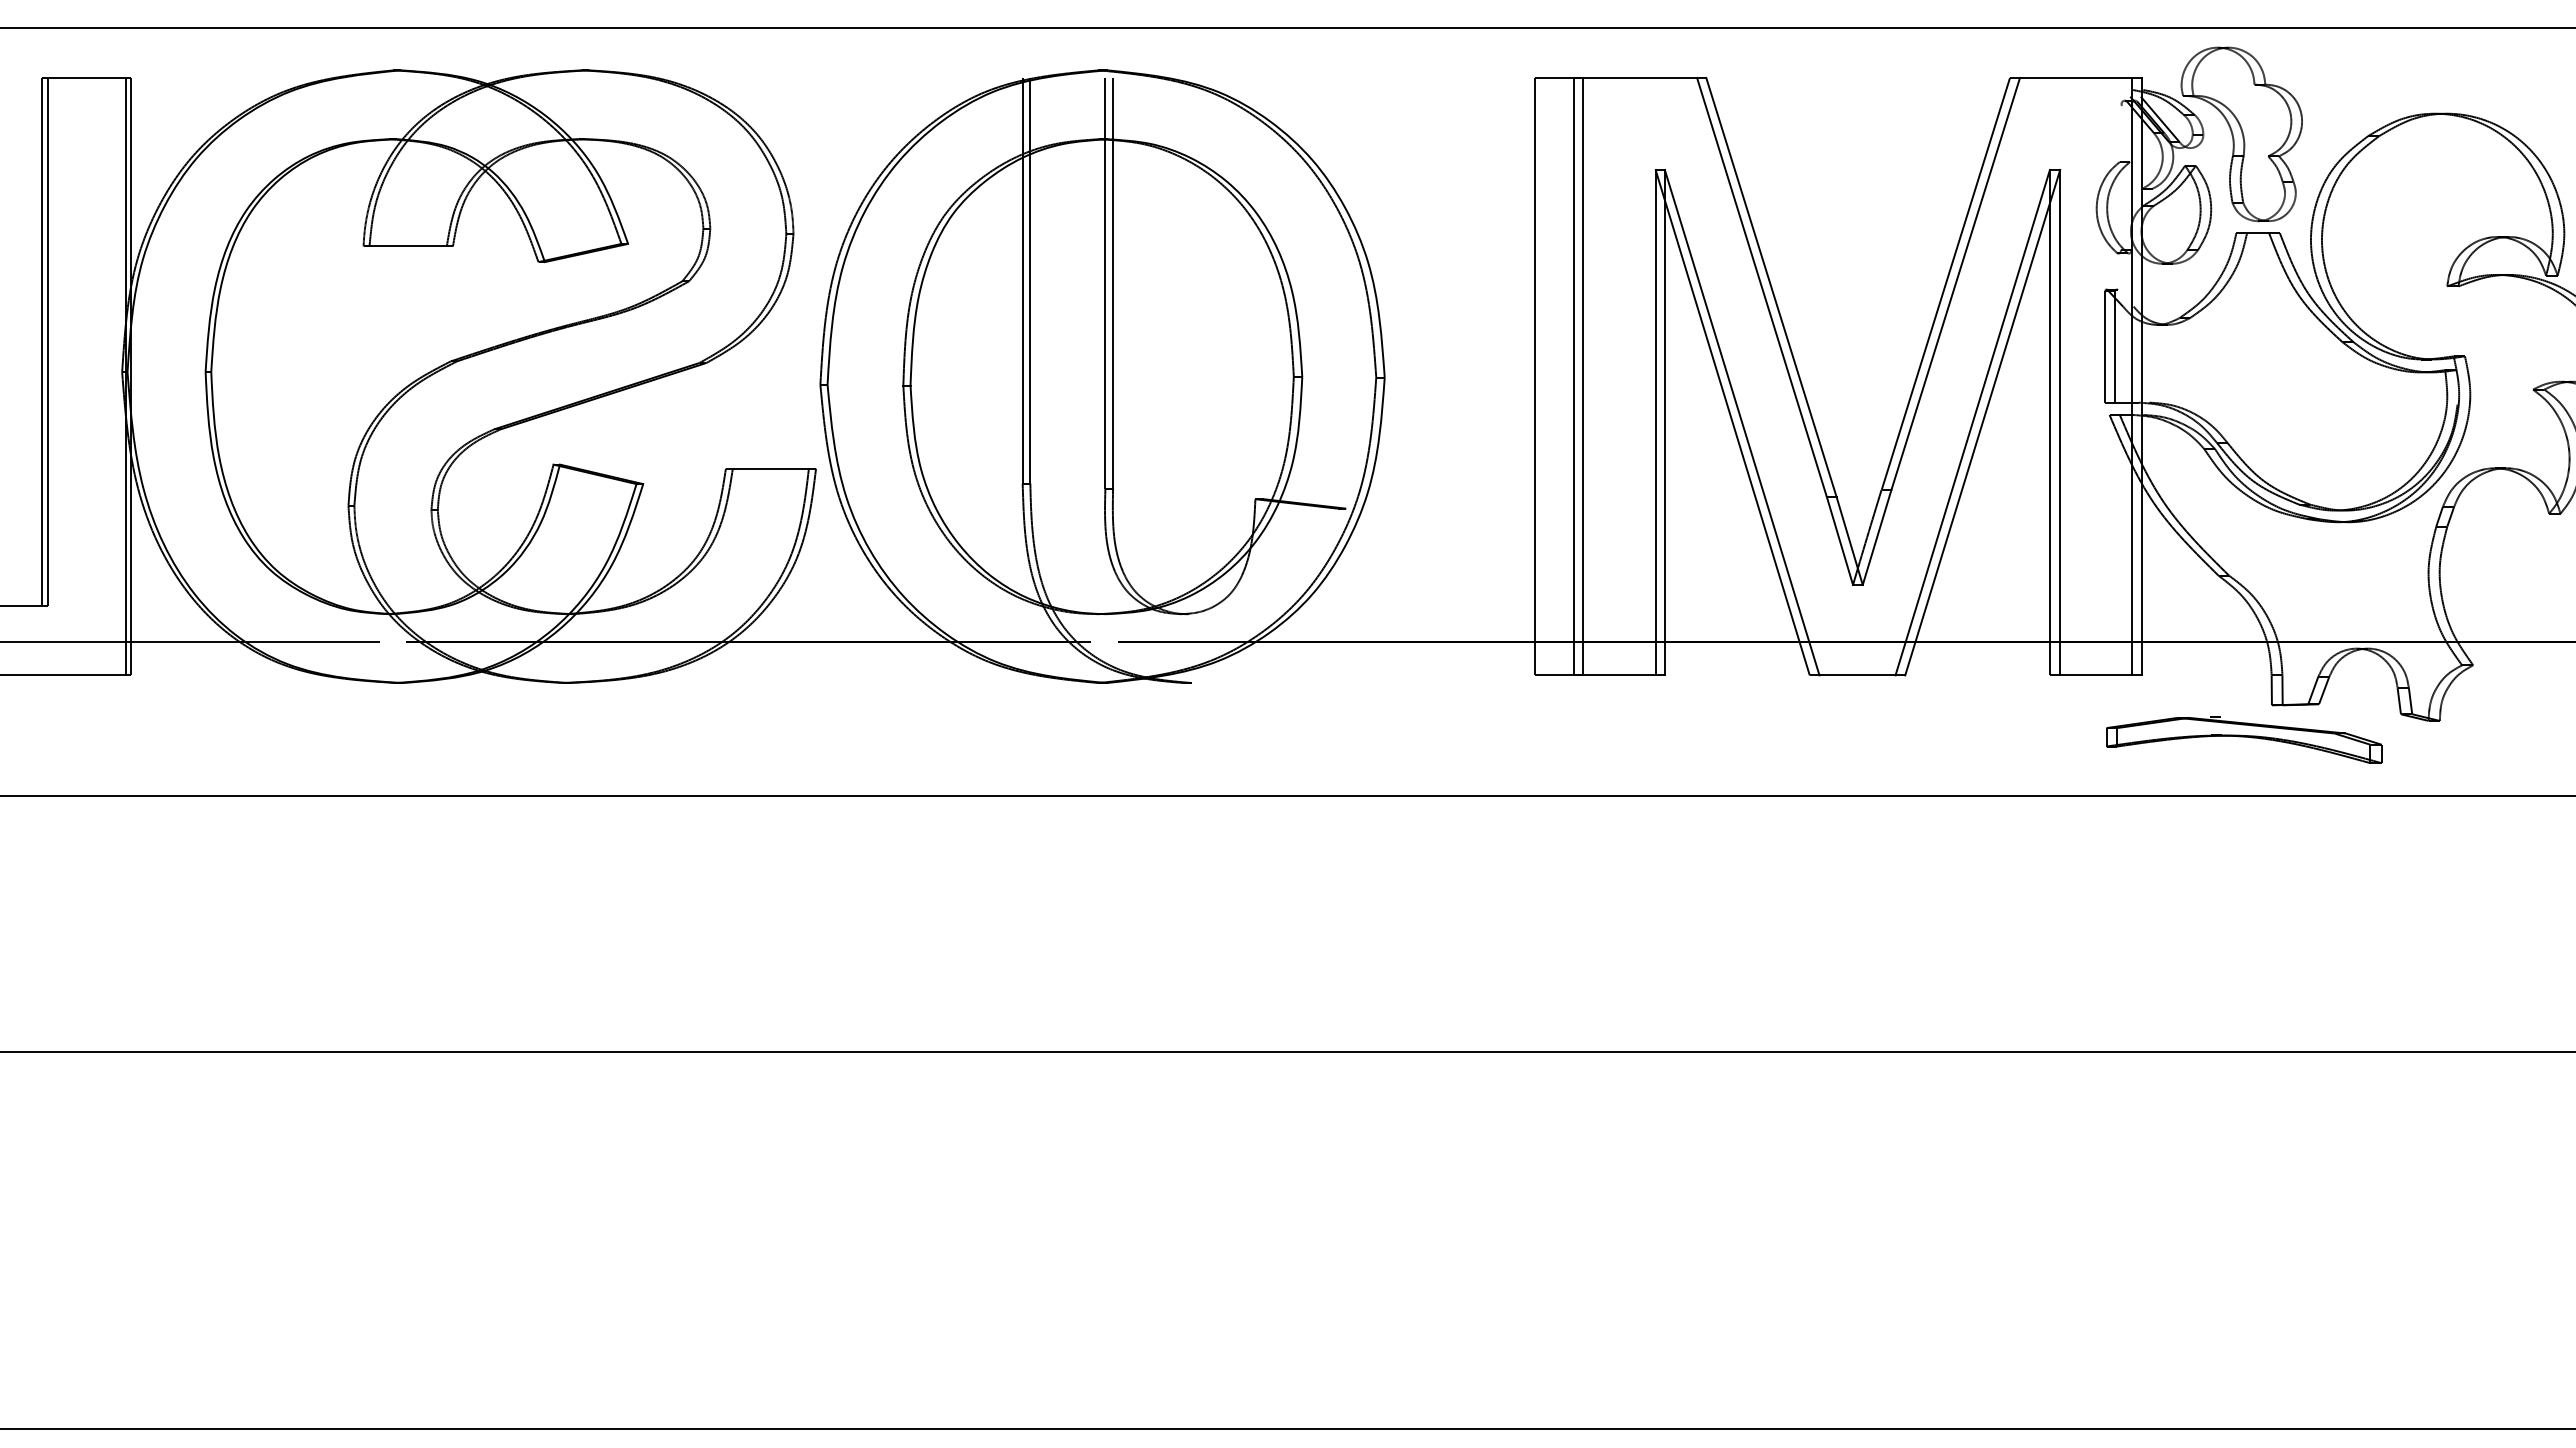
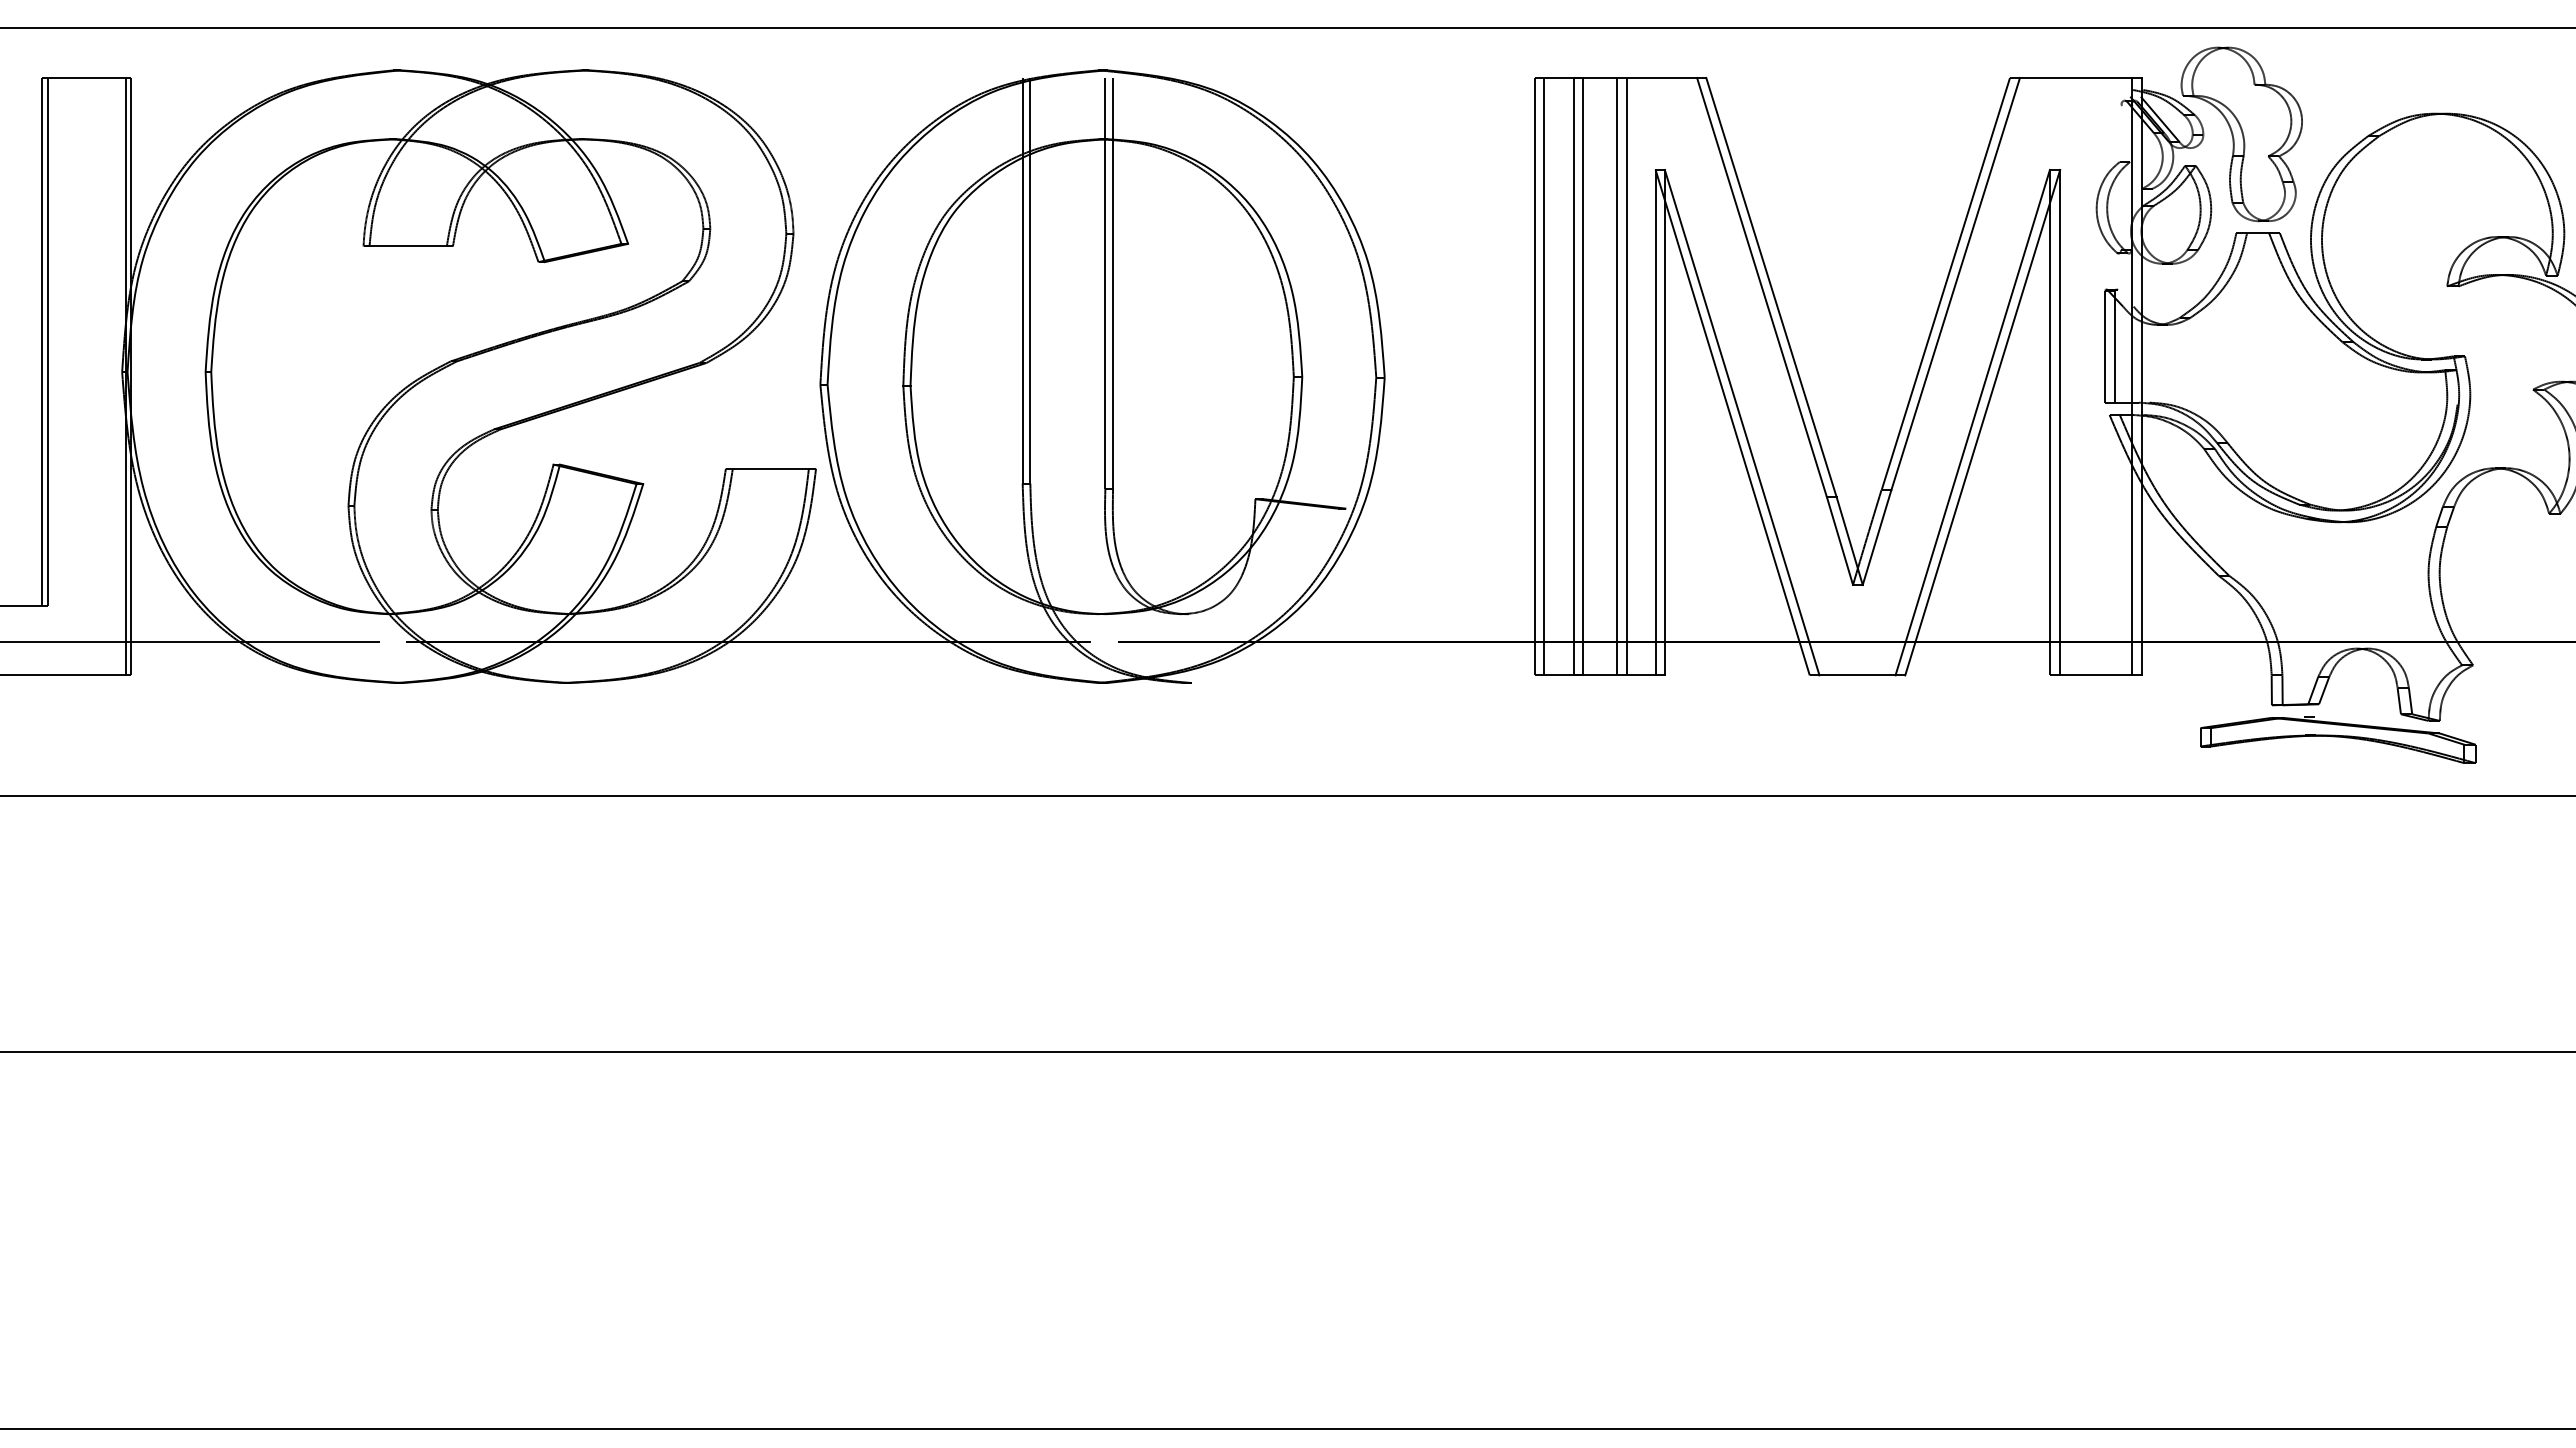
line at (1544, 376): none -> present
line at (1617, 376): none -> present
line at (1626, 376): none -> present
part at (2244, 739) position: (2244, 739) -> (2338, 739)
